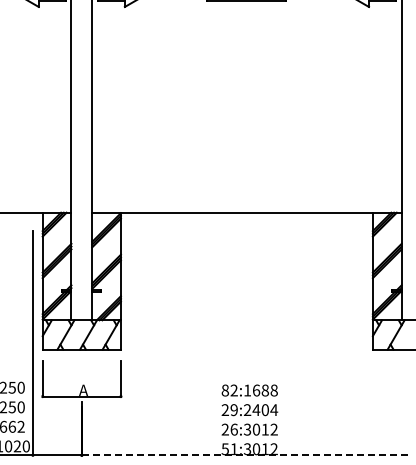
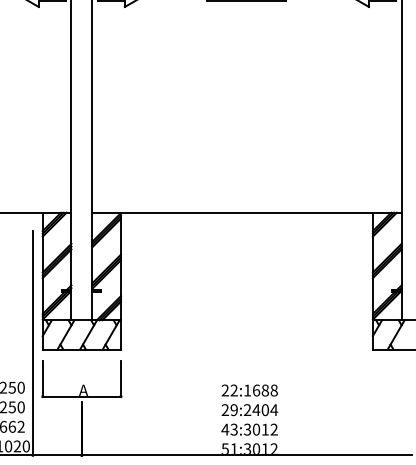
text at (224, 390): 82:1688 -> 22:1688
text at (229, 429): 26:3012 -> 43:3012
line at (247, 455): dashed -> solid
